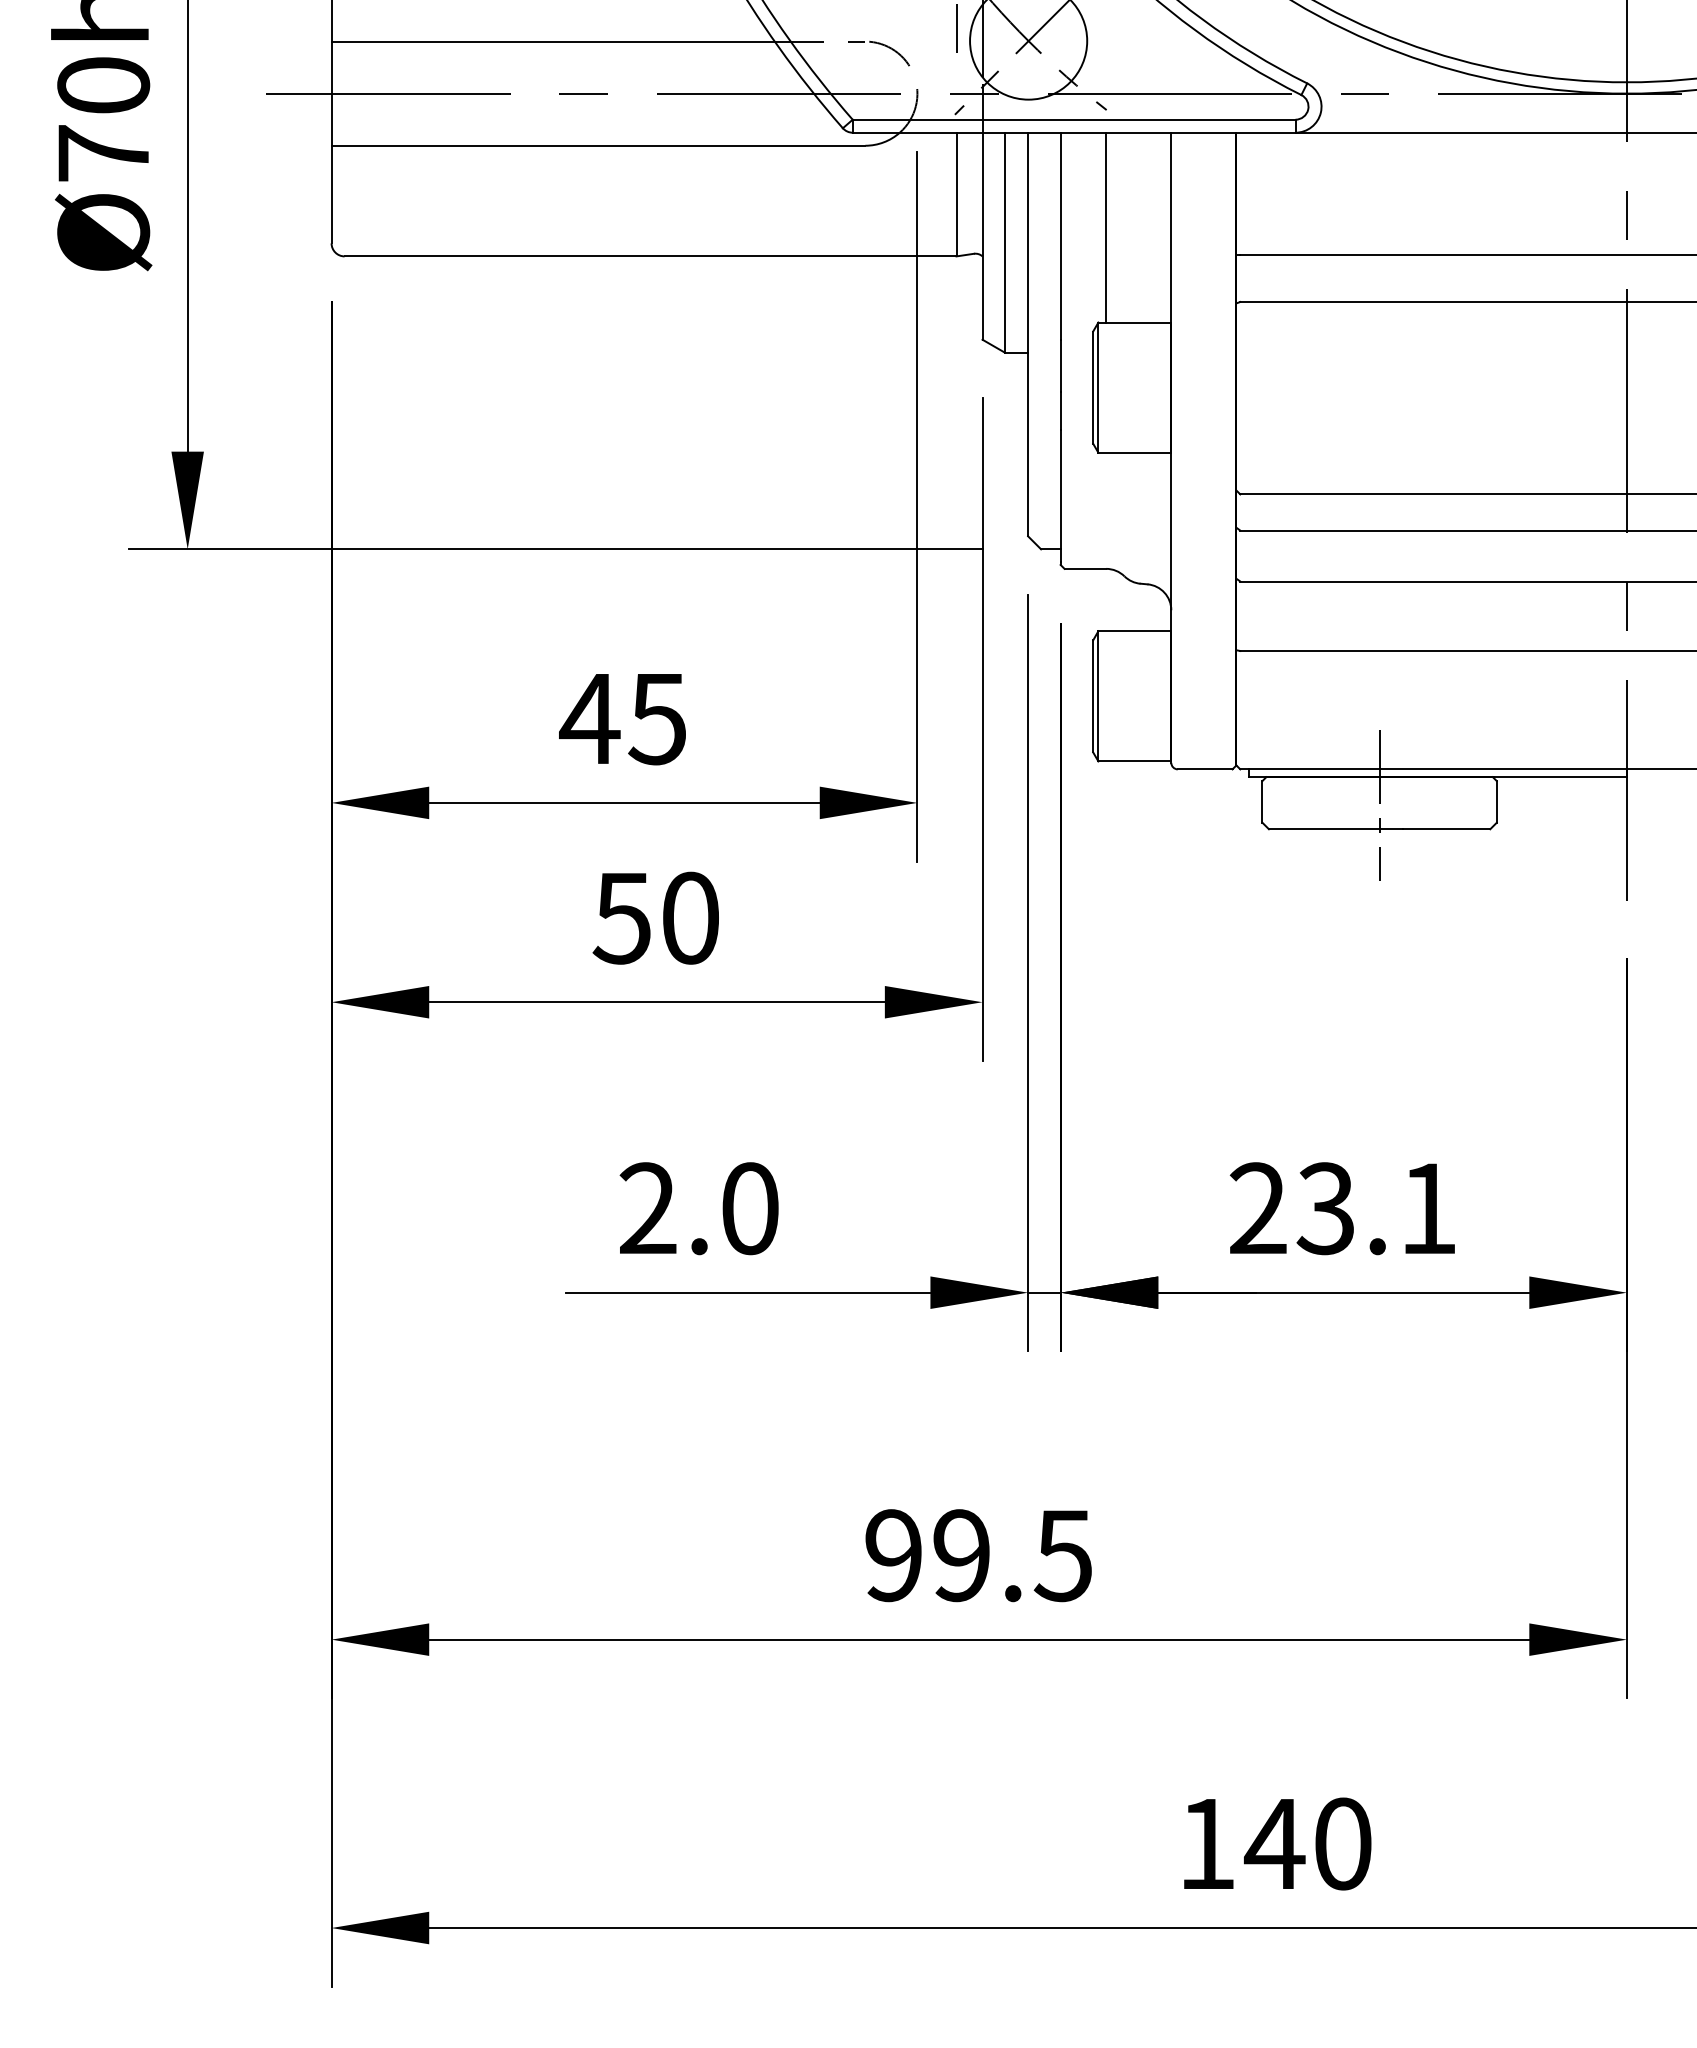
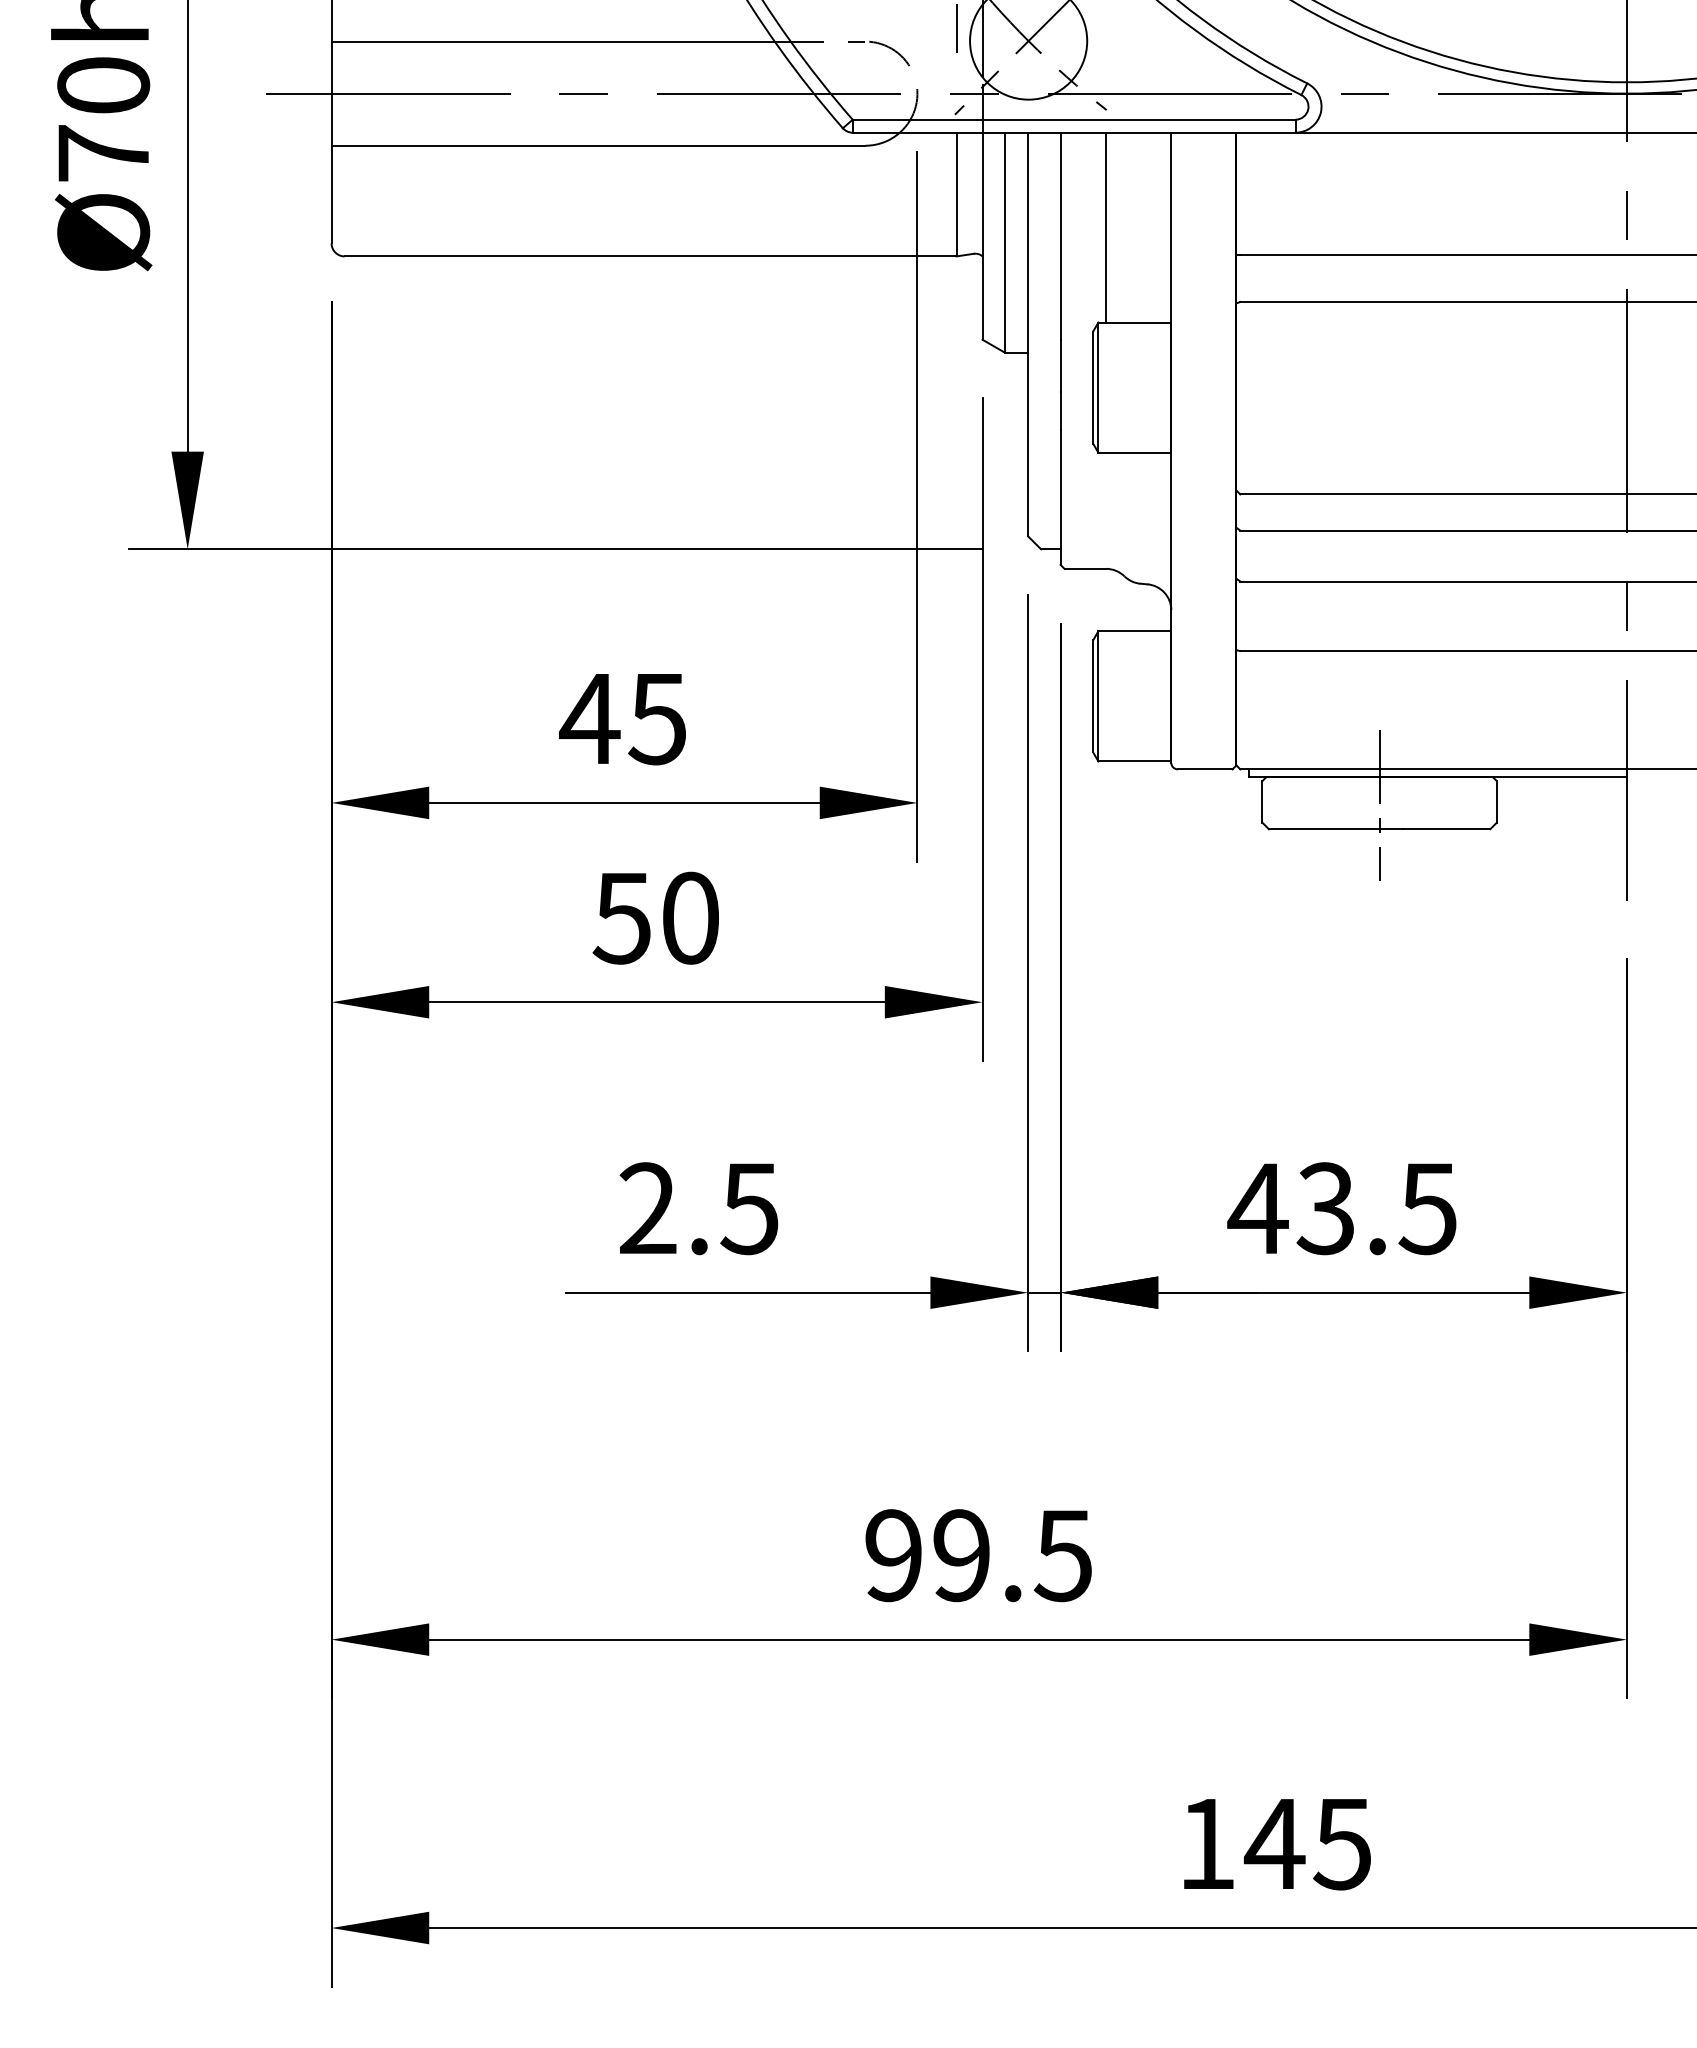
text at (749, 1208): 2.0 -> 2.5
text at (1341, 1208): 23.1 -> 43.5
text at (1342, 1843): 140 -> 145
